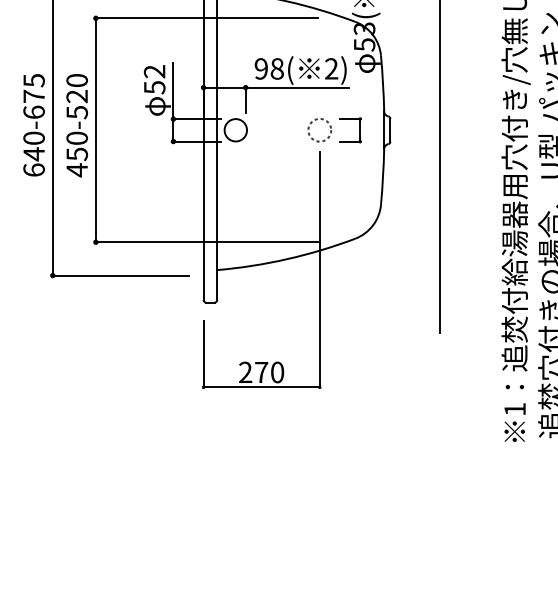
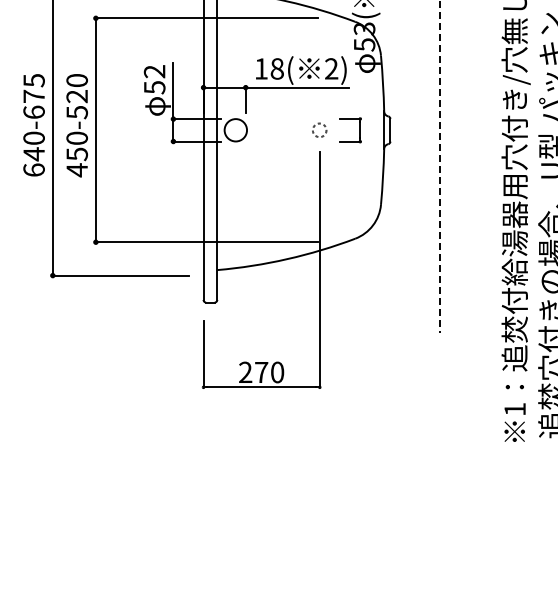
text at (260, 68): 98( -> 18(
circle at (319, 130) size: 25x25 px -> 16x16 px
line at (440, 167): solid -> dashed
